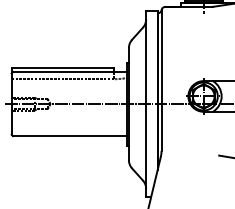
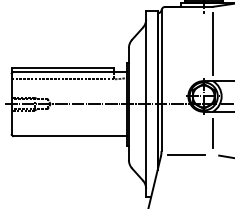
line at (212, 44): none -> present
line at (212, 133): none -> present
line at (185, 154): none -> present
